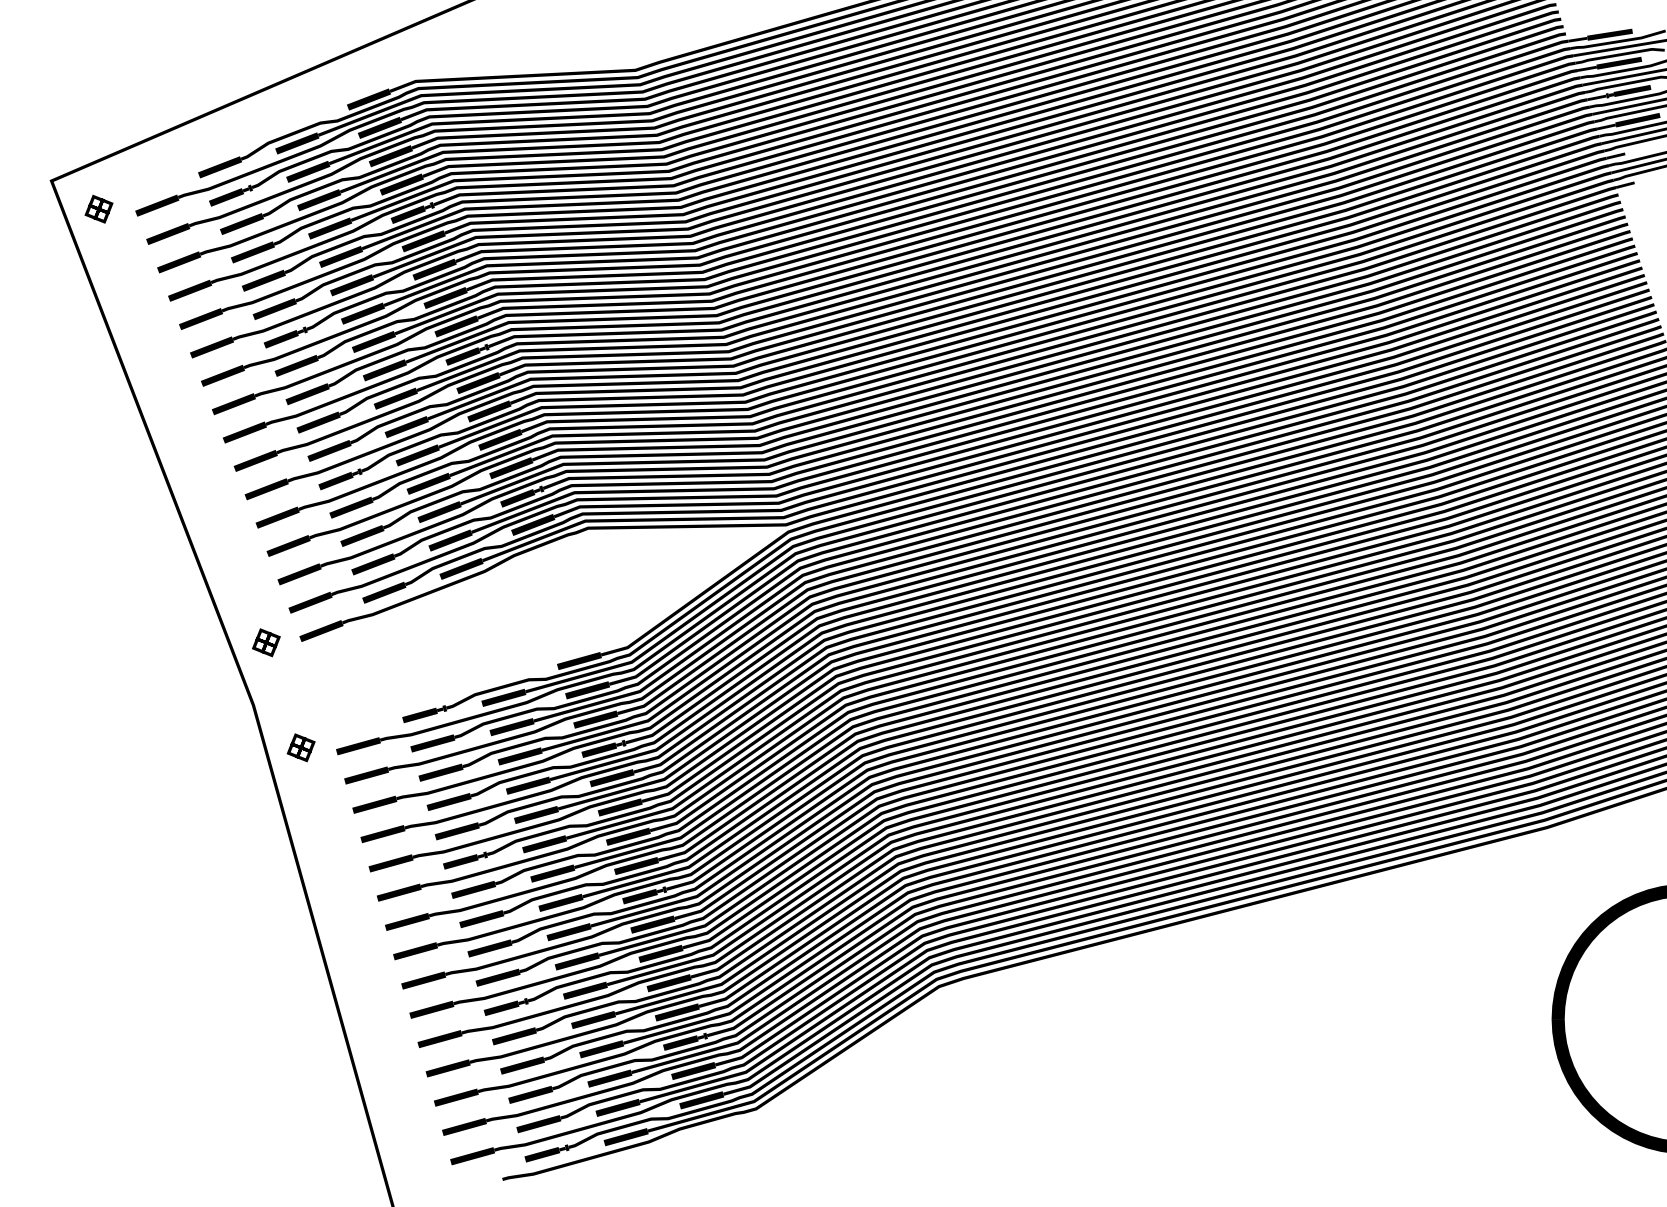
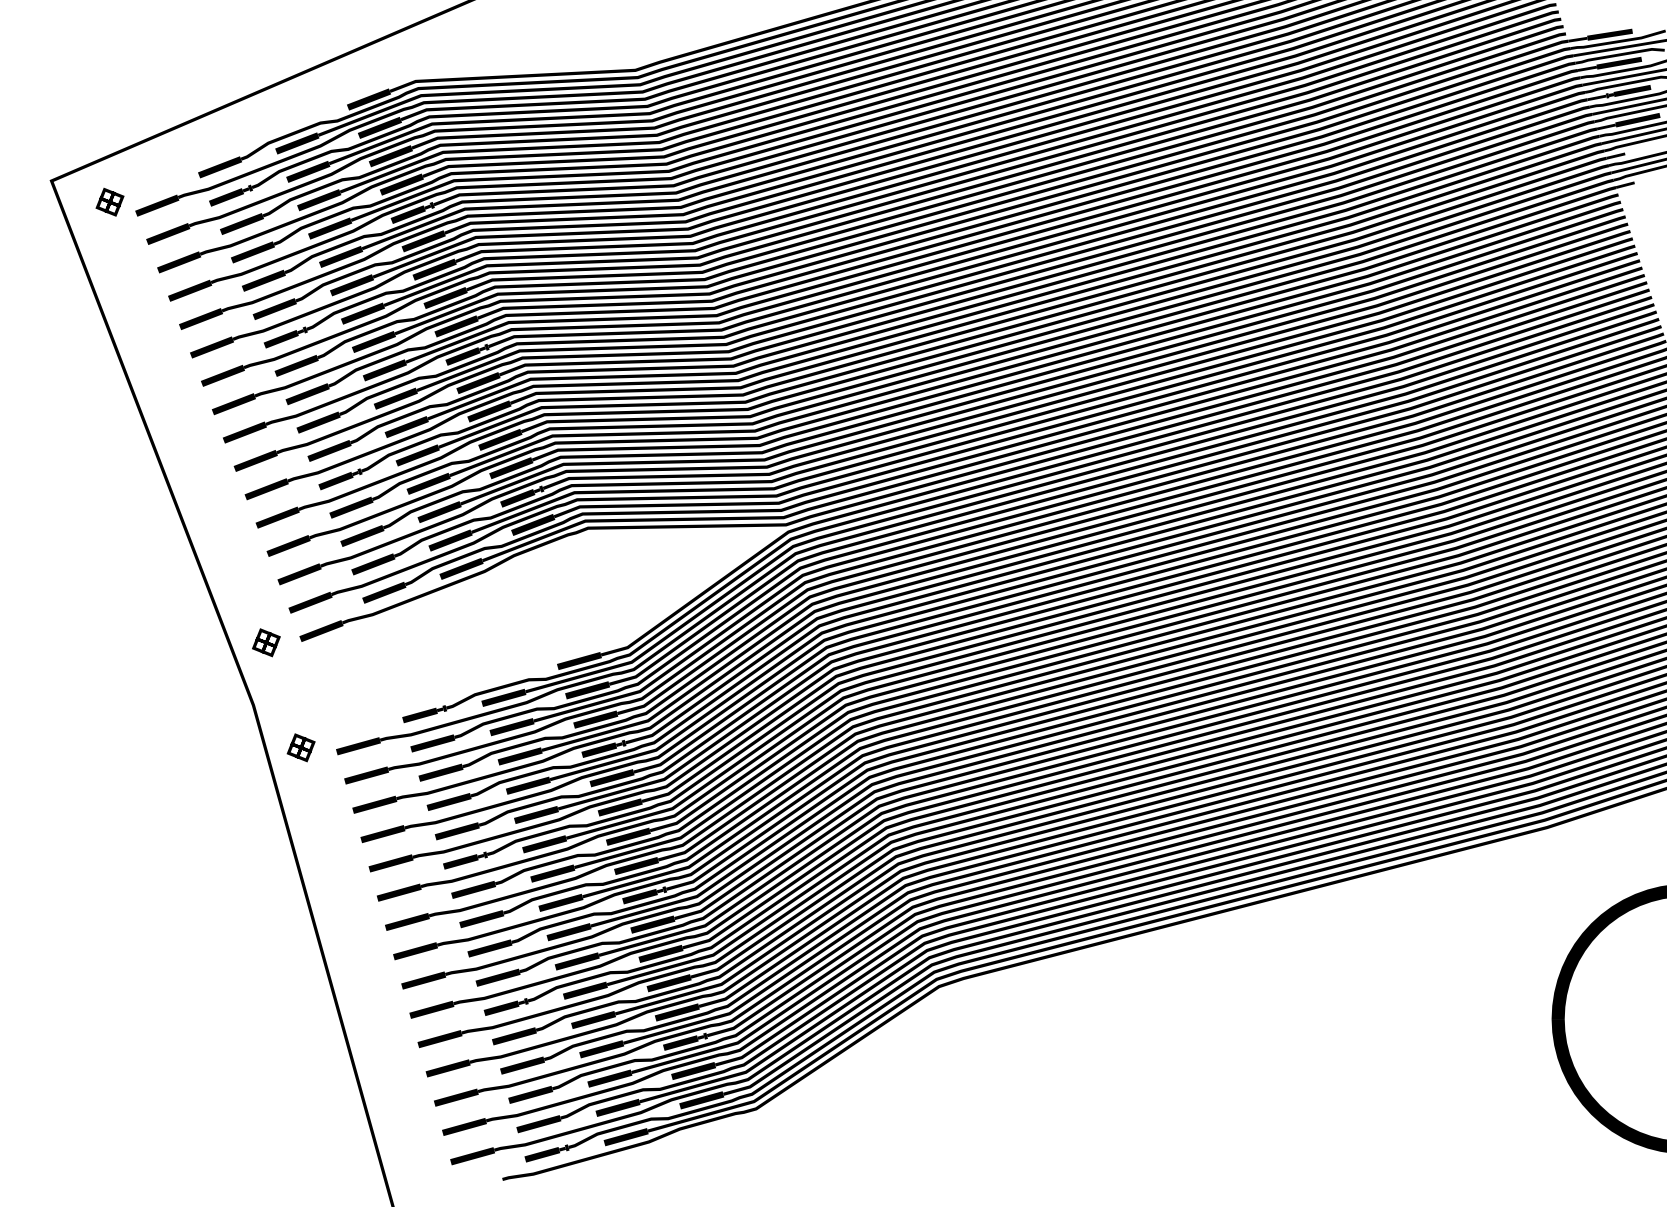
part at (98, 208) position: (98, 208) -> (109, 201)
